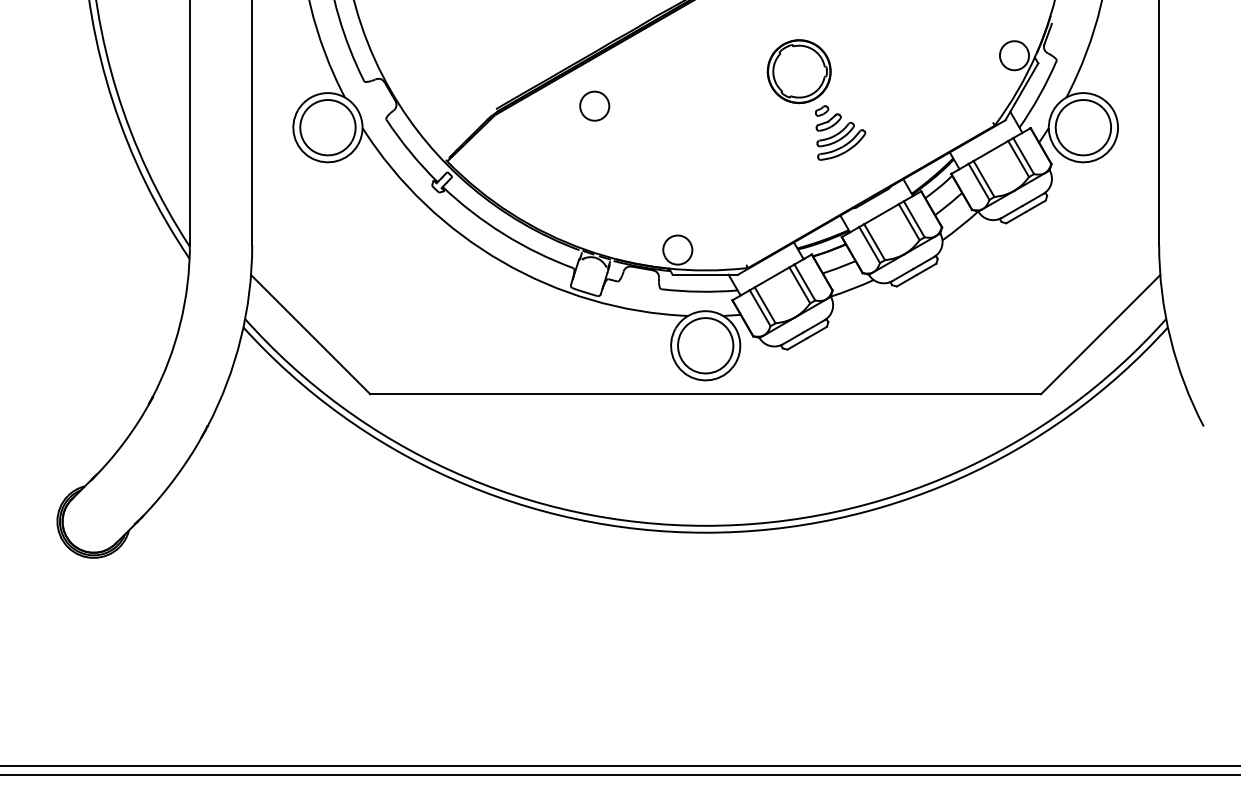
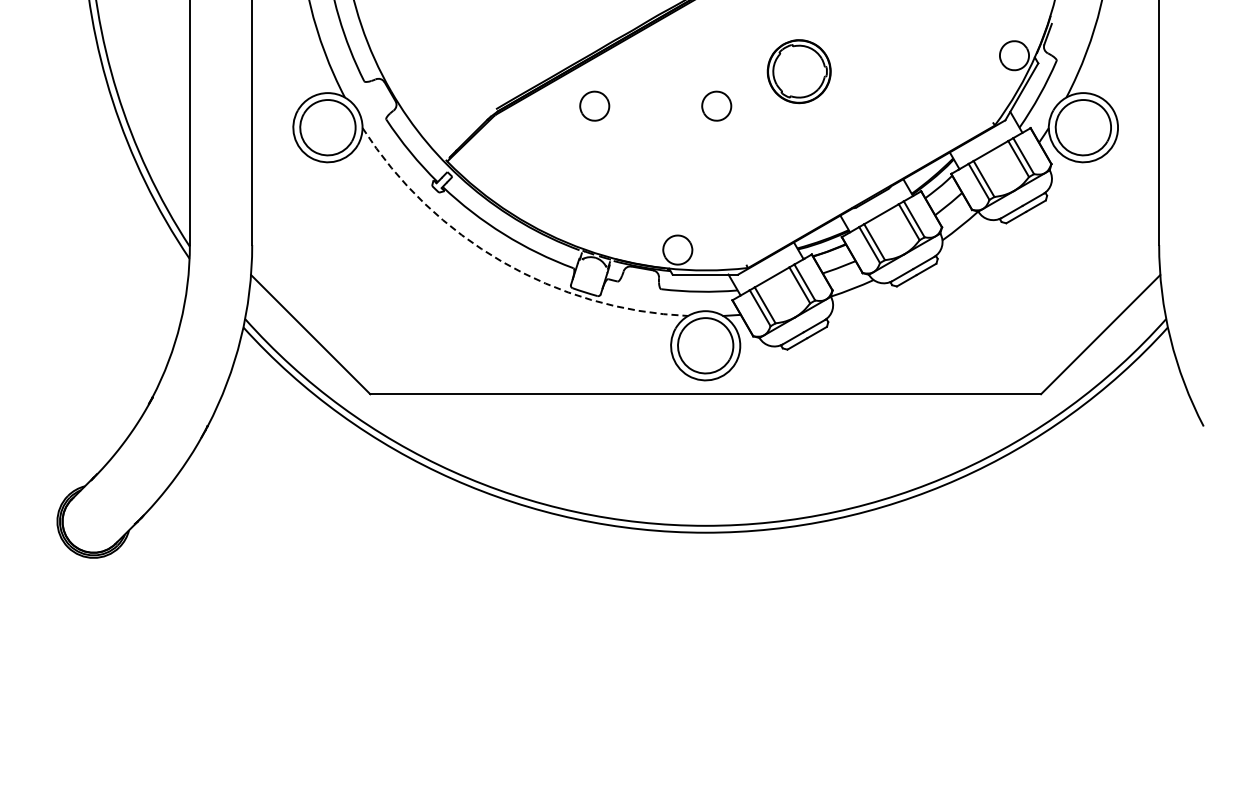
part at (716, 105): none -> present
part at (840, 132): present -> none
arc at (502, 261): solid -> dashed
line at (619, 766): present -> none
line at (619, 775): present -> none
